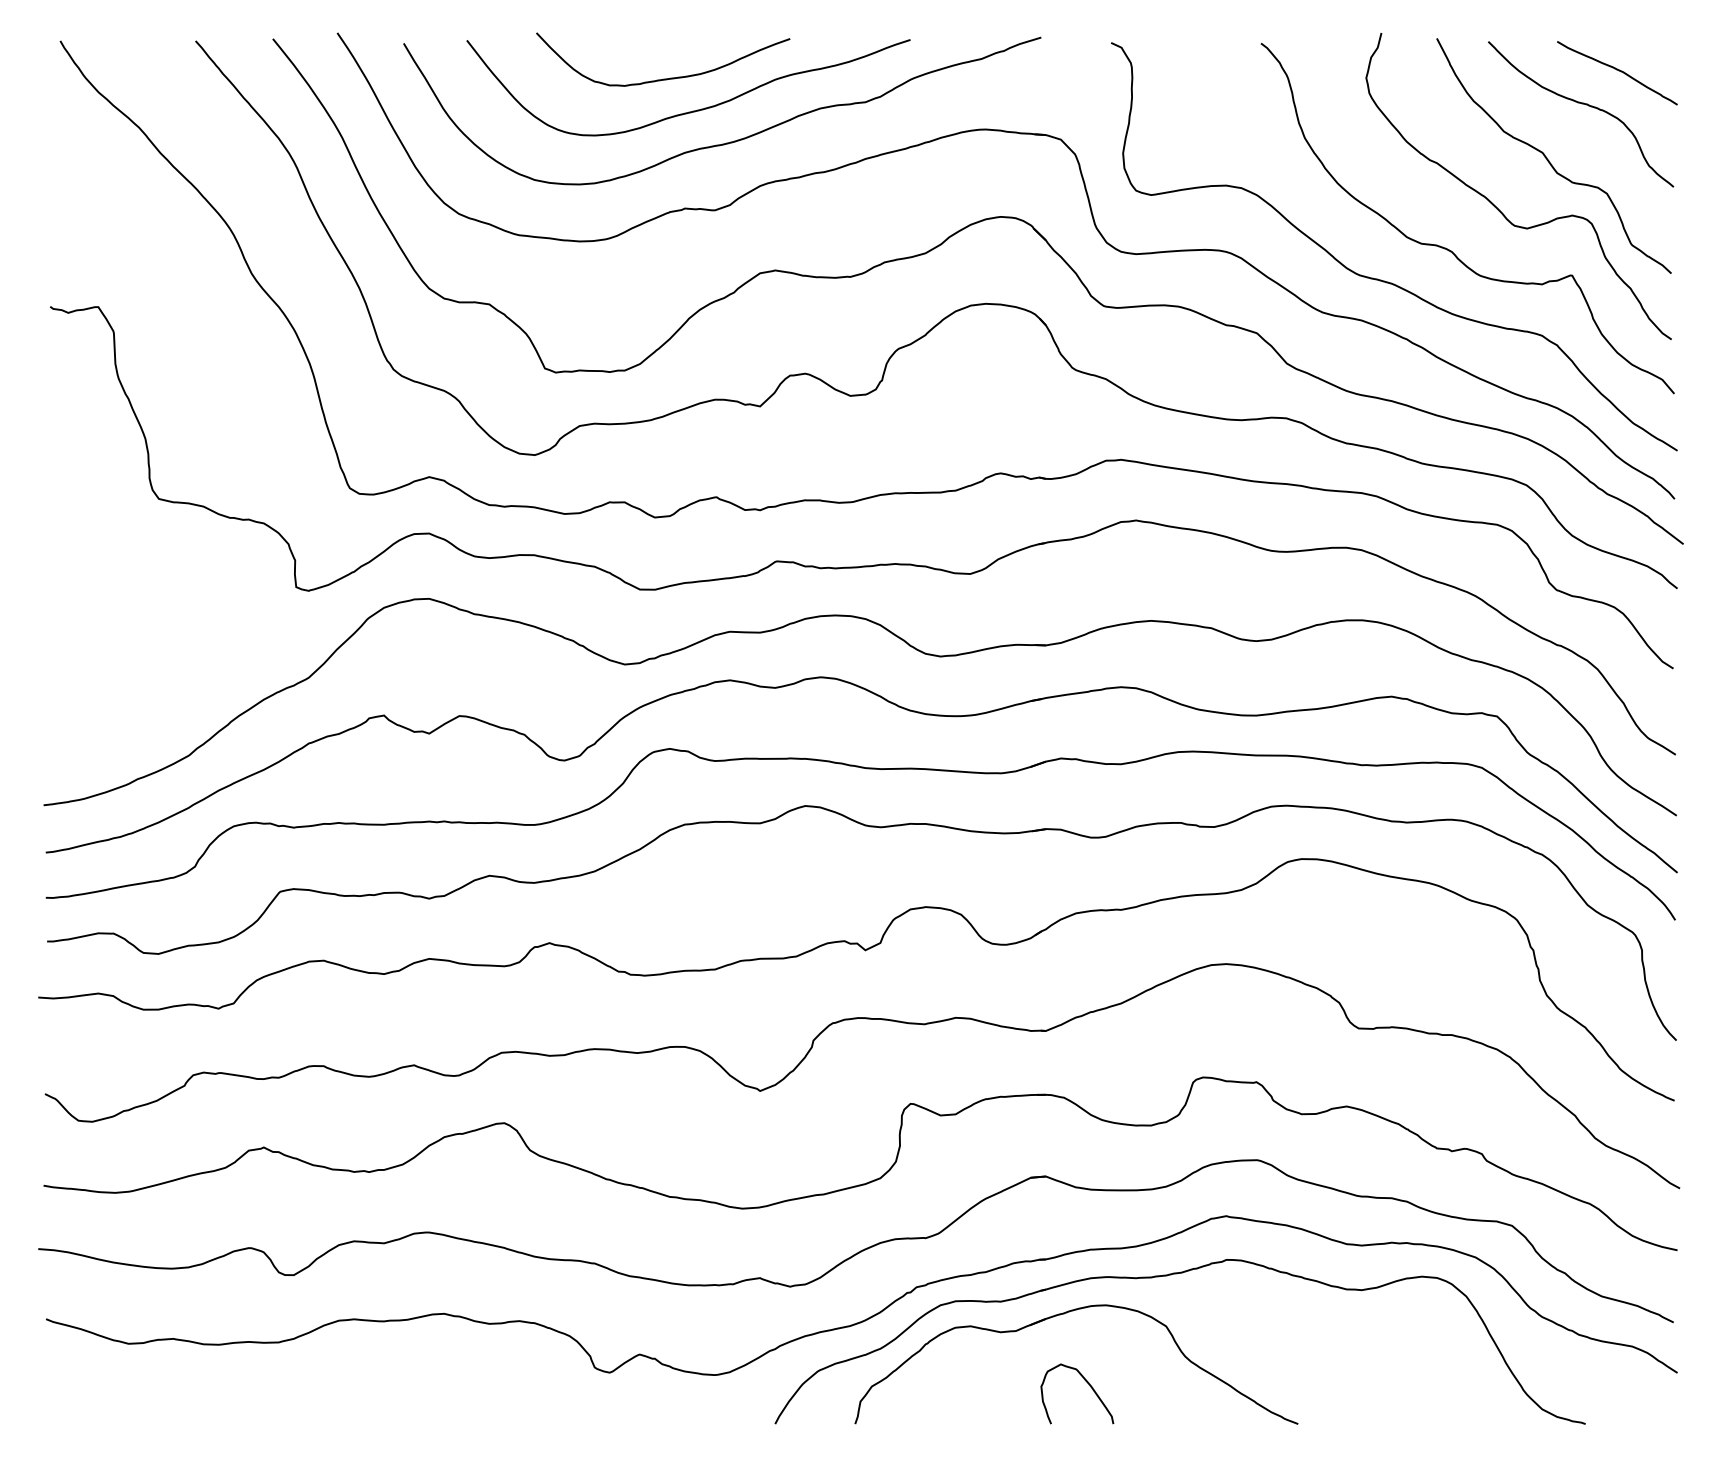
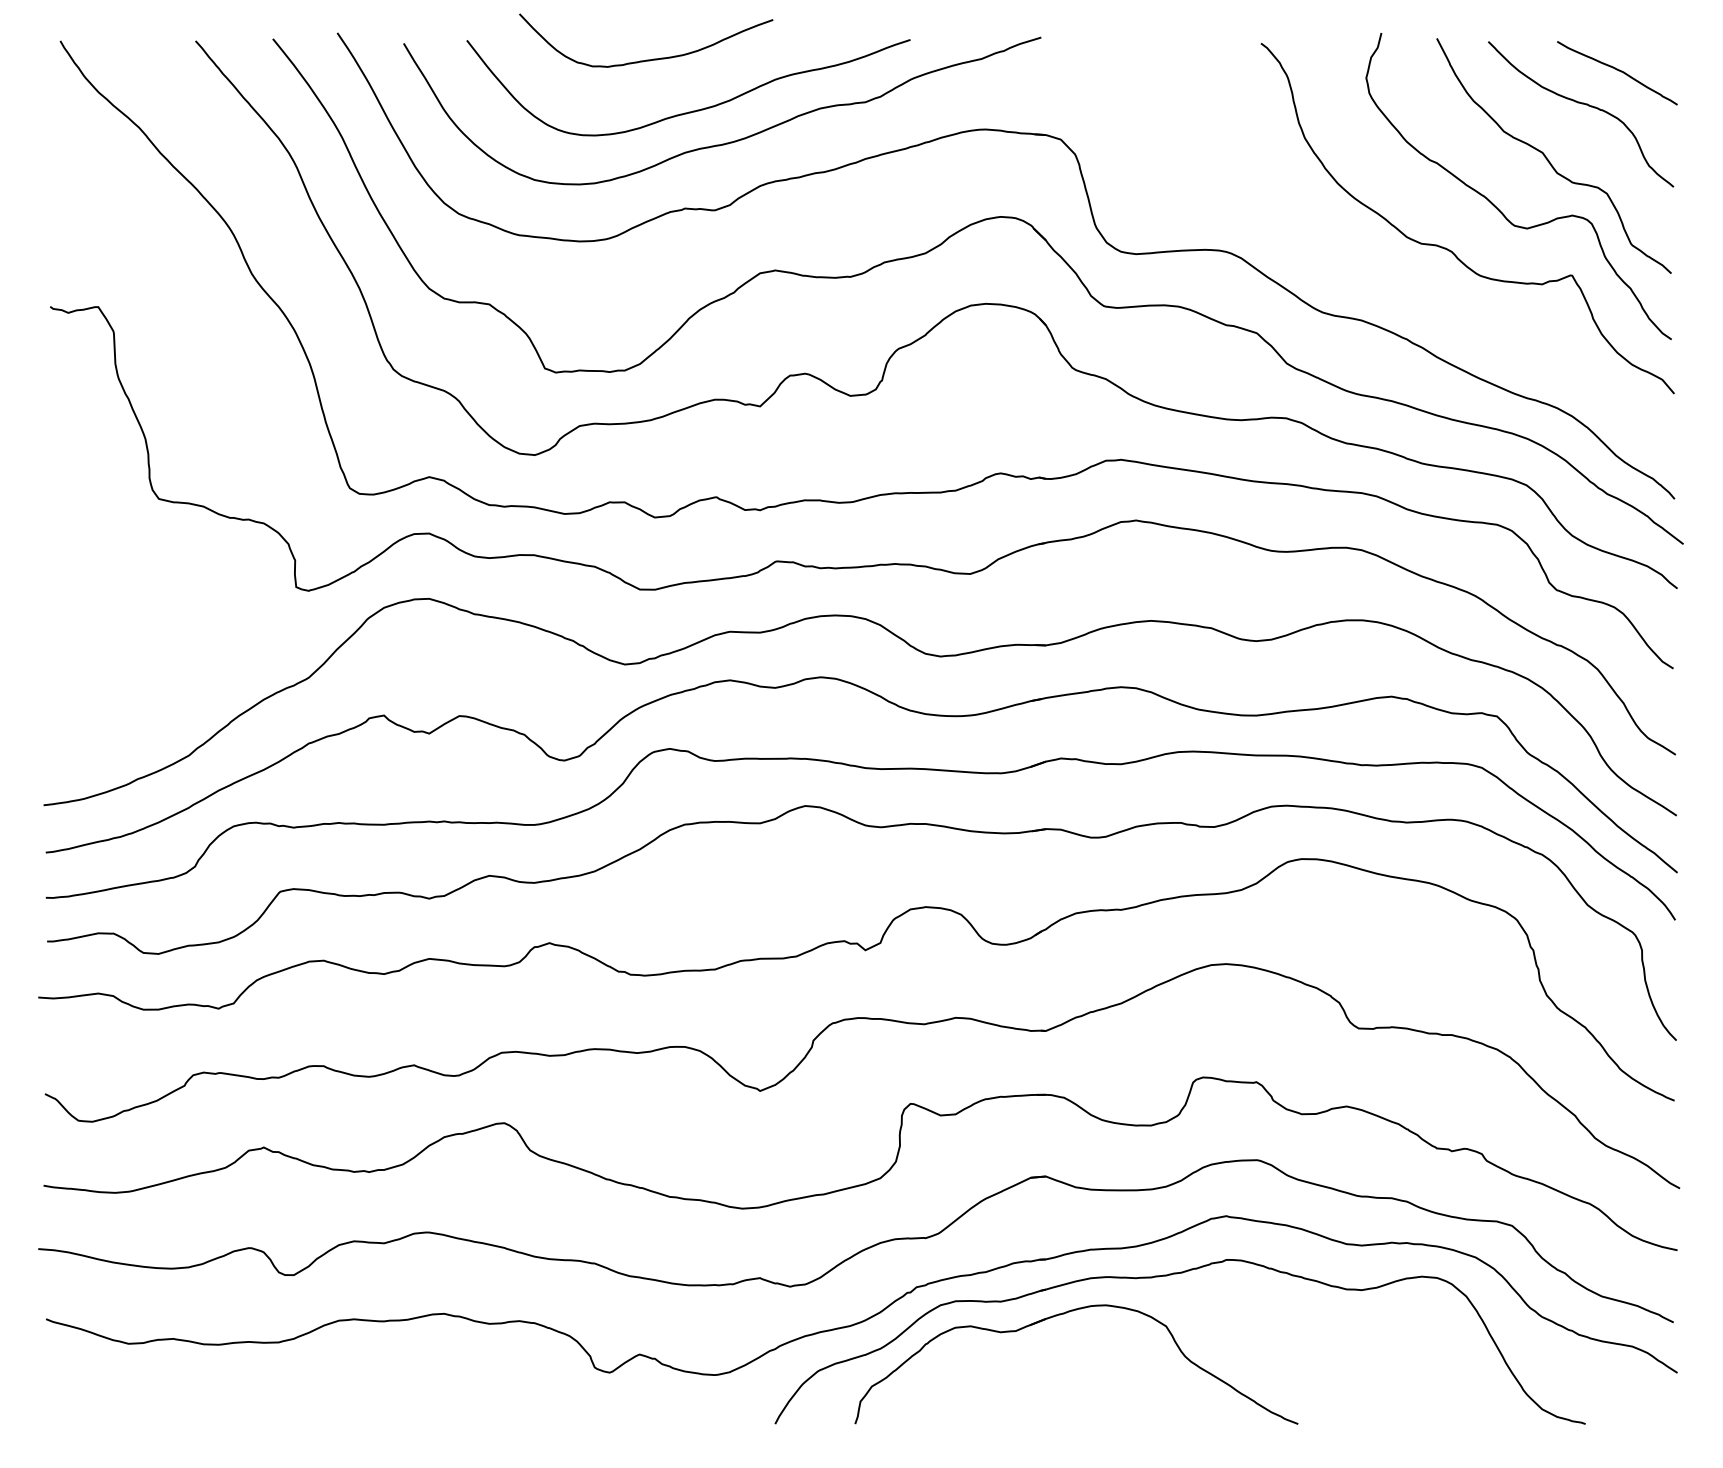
curve at (663, 78) position: (663, 78) -> (646, 59)
curve at (1384, 280): present -> none
curve at (1087, 1383): present -> none
